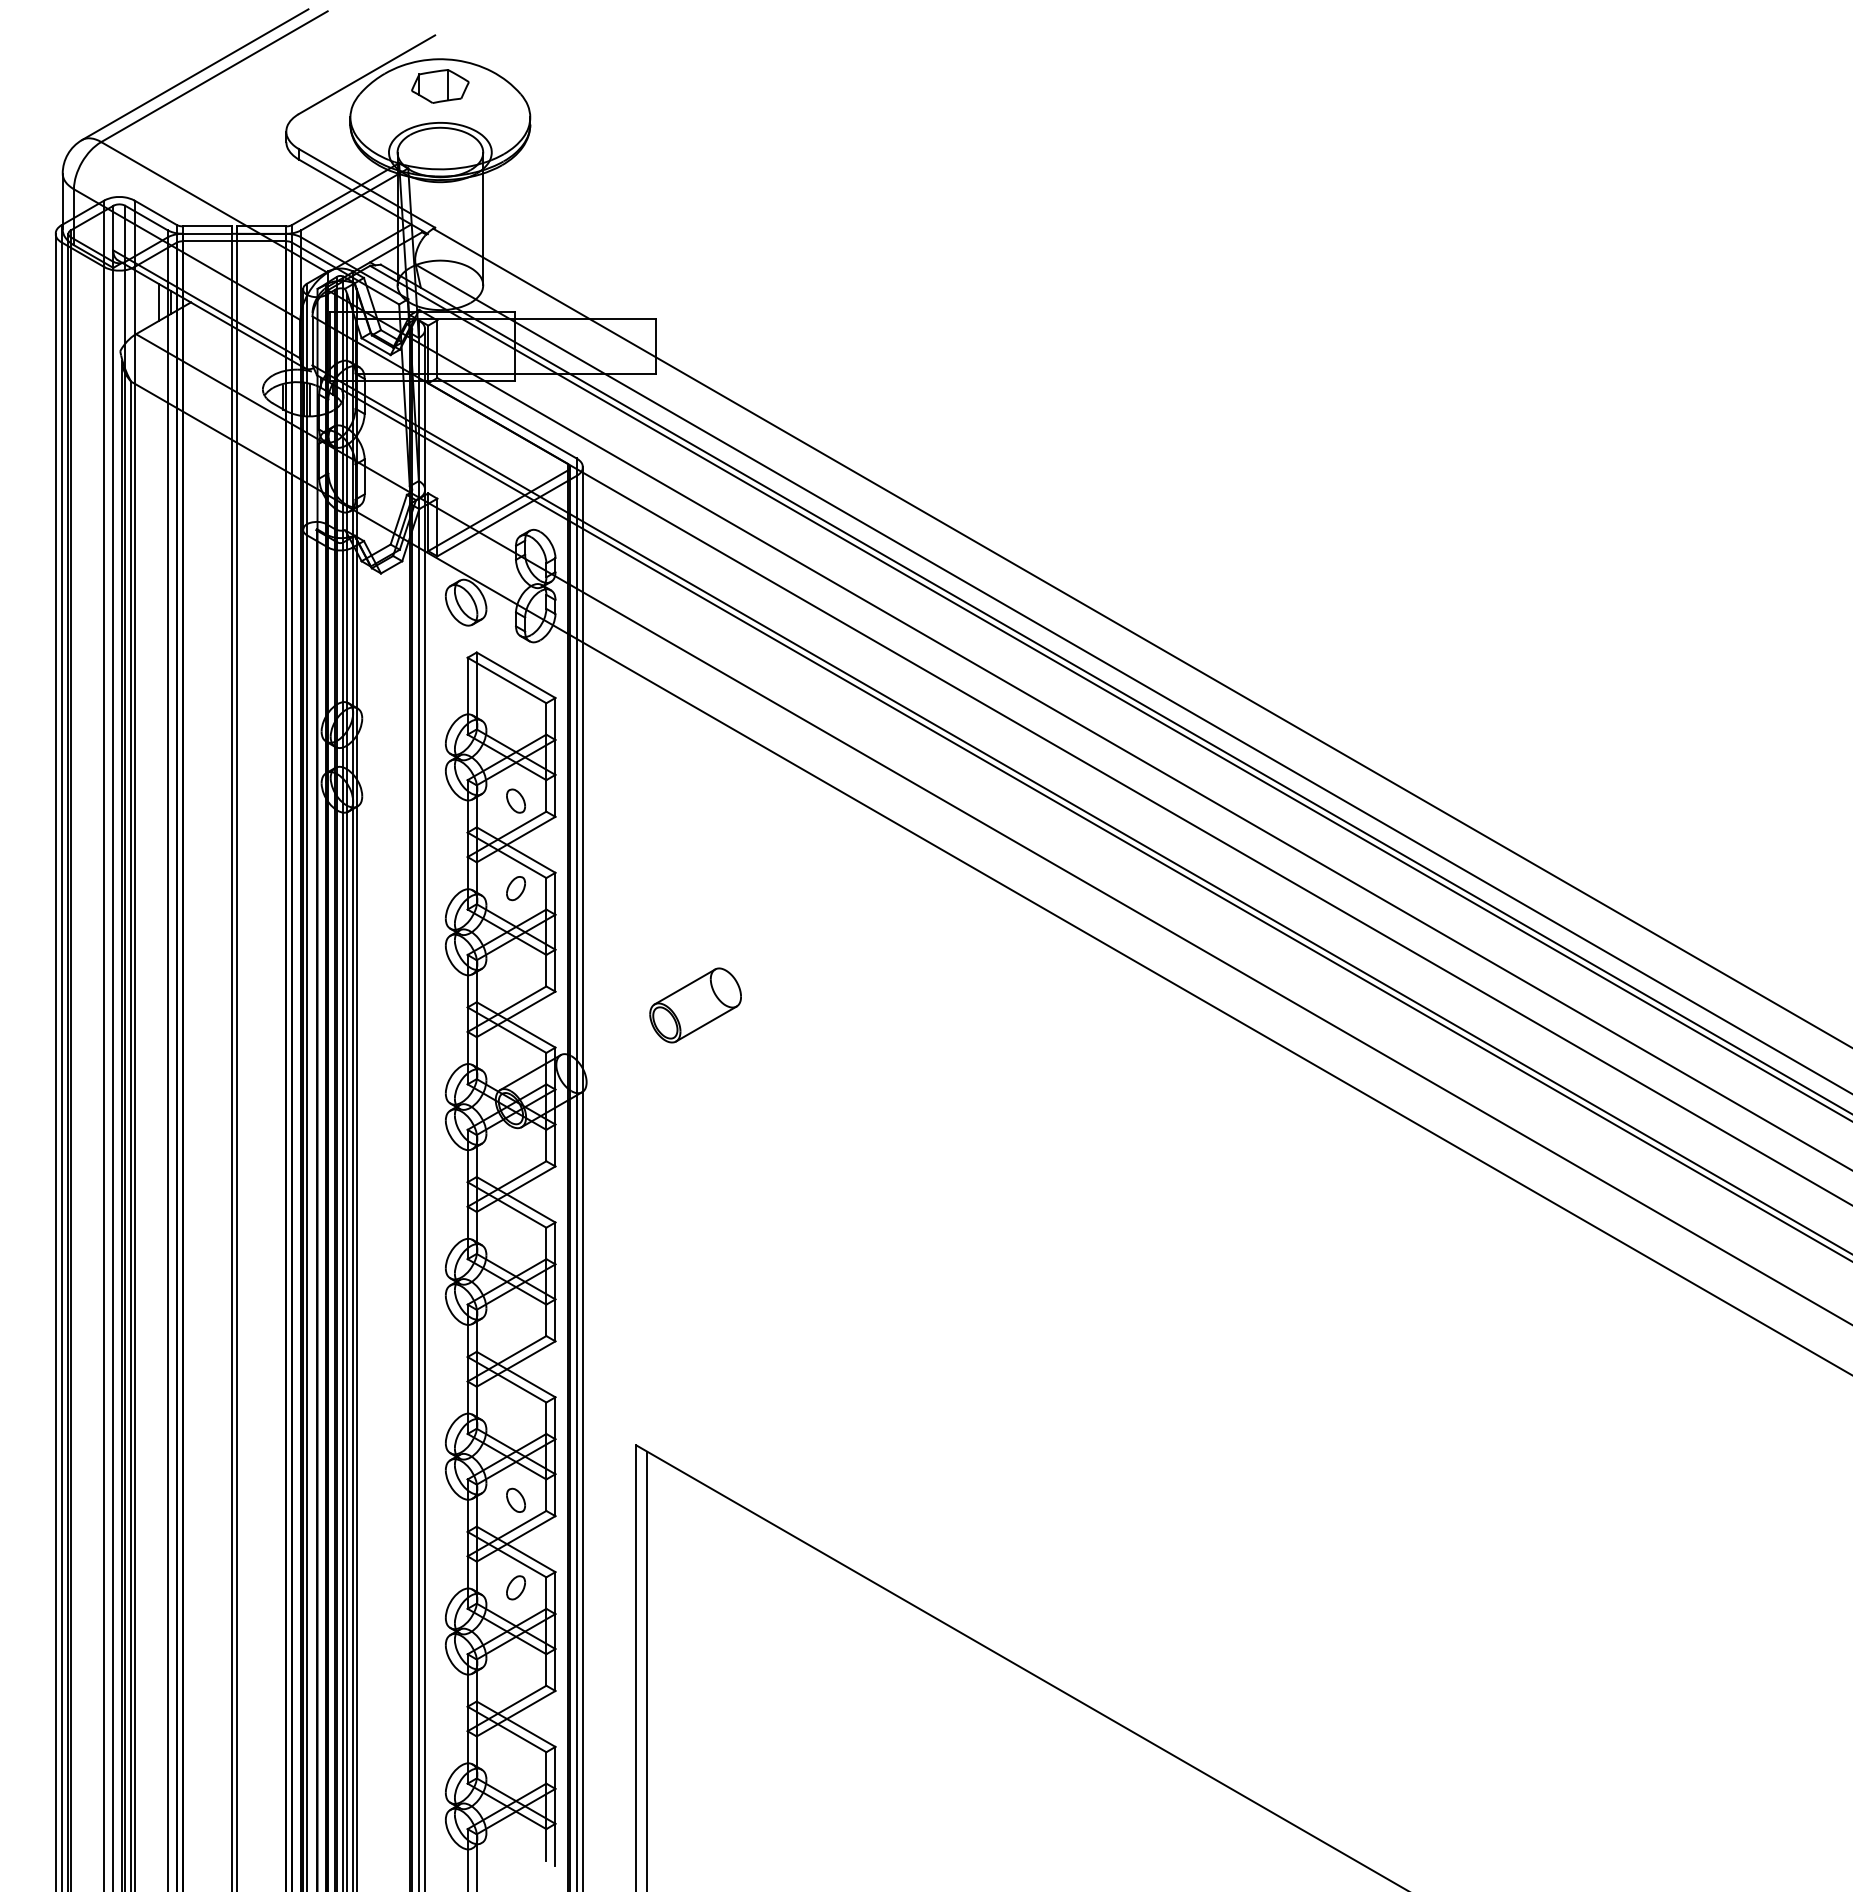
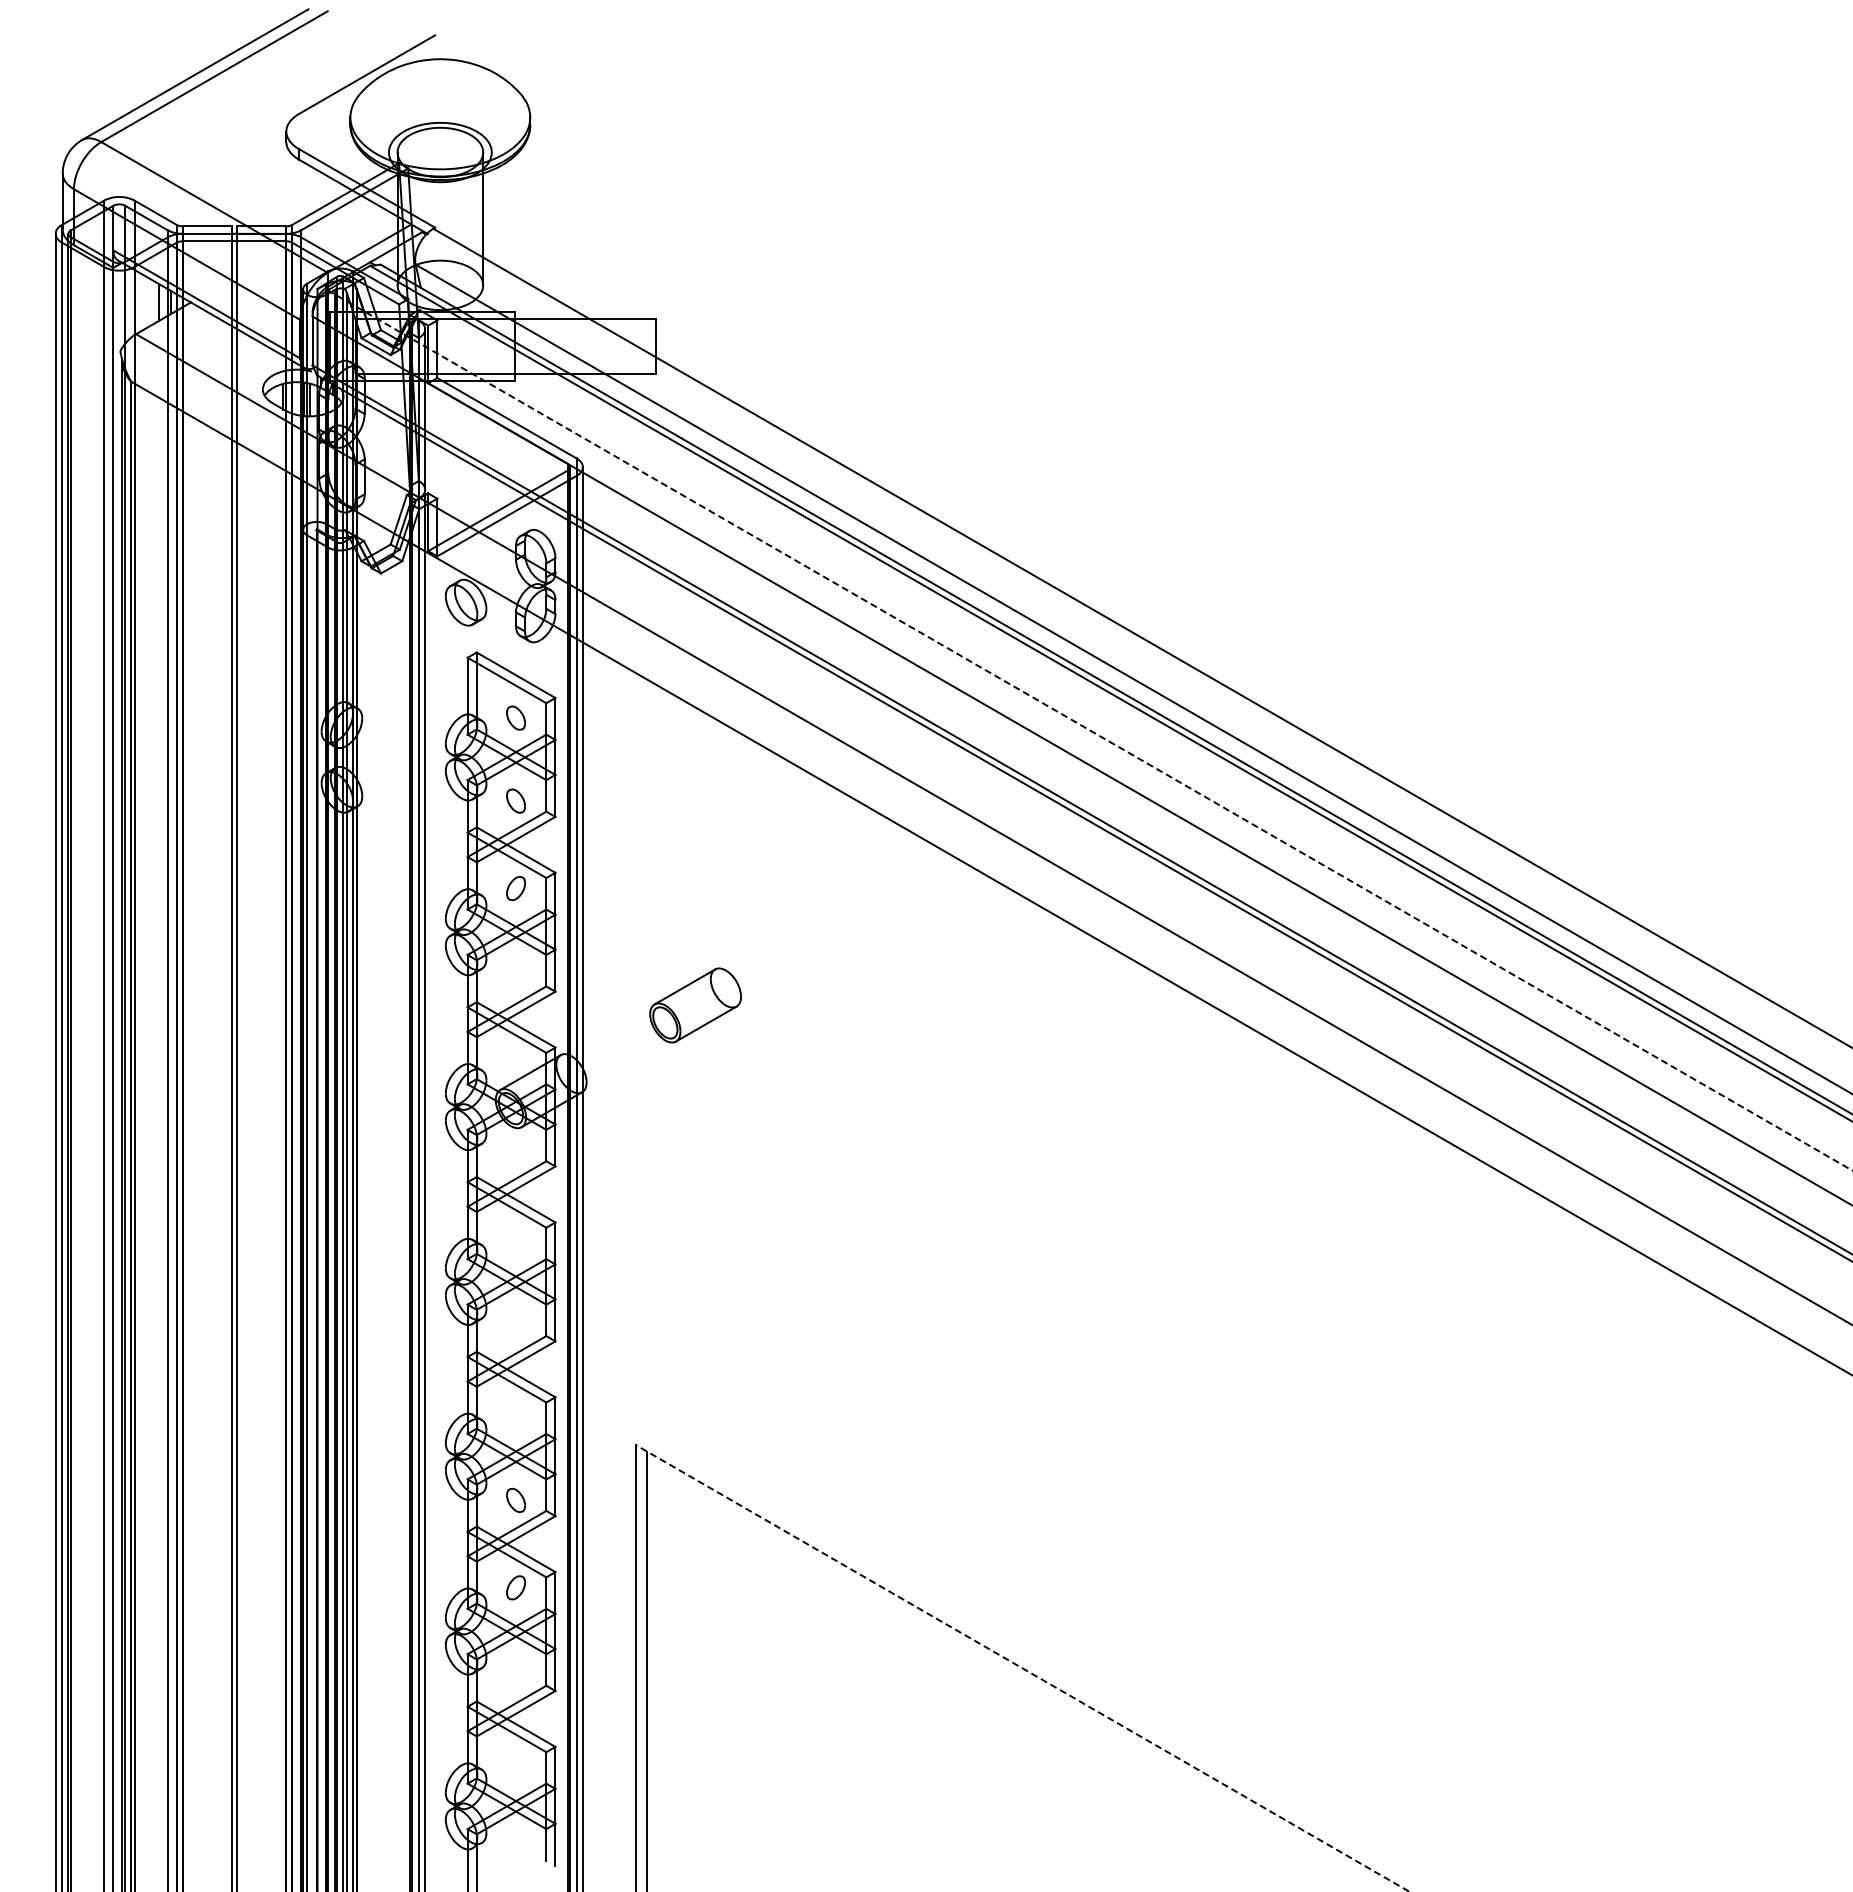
part at (440, 86): present -> none
part at (515, 717): none -> present
line at (1090, 730): solid -> dashed
line at (1022, 1668): solid -> dashed
